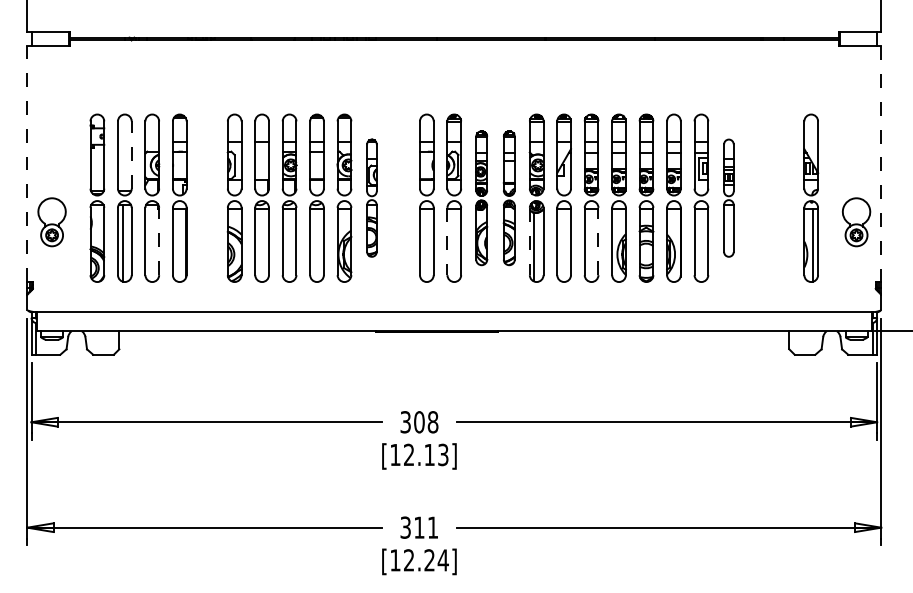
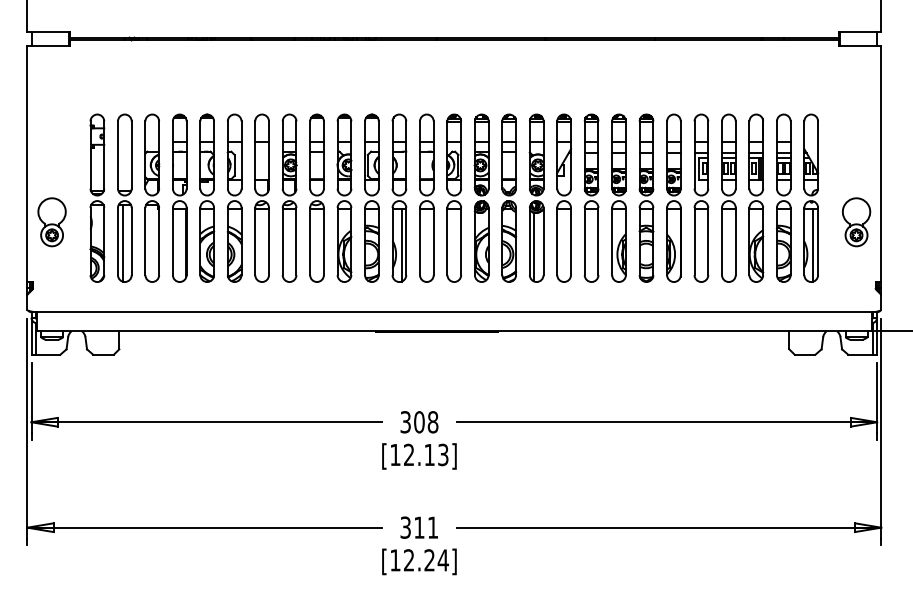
line at (131, 155): dashed -> solid
line at (27, 163): dashed -> solid
line at (881, 164): dashed -> solid
part at (207, 197): none -> present
part at (371, 197) size: 12x120 px -> 16x170 px
part at (399, 197): none -> present
part at (728, 197) size: 12x120 px -> 16x170 px
part at (756, 197): none -> present
part at (783, 197): none -> present
part at (481, 198) size: 14x137 px -> 17x170 px
part at (508, 198) size: 14x137 px -> 17x170 px
line at (159, 241): dashed -> solid
line at (447, 241): dashed -> solid
line at (529, 241): dashed -> solid
line at (598, 241): dashed -> solid
